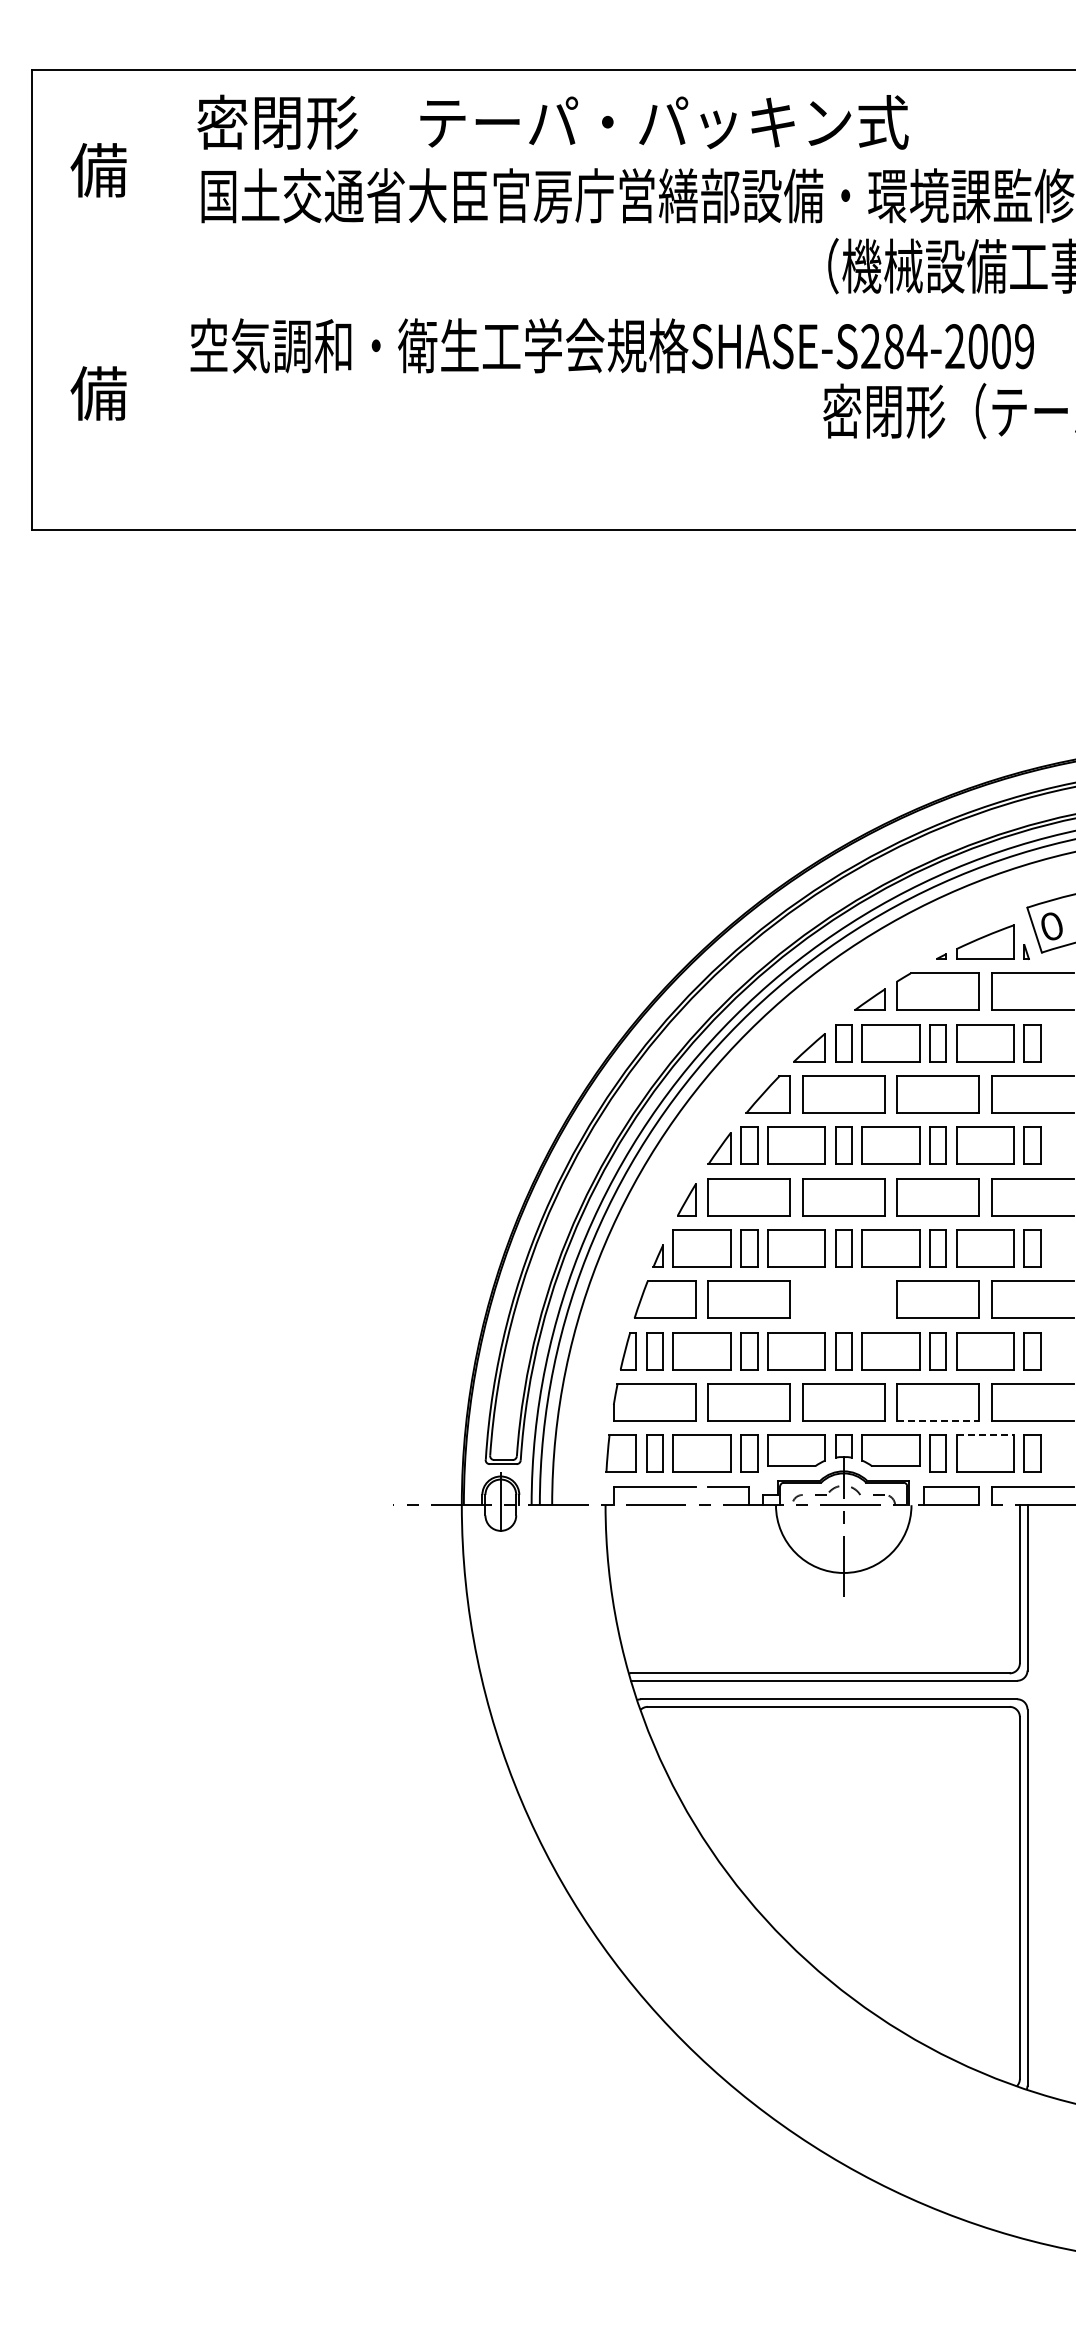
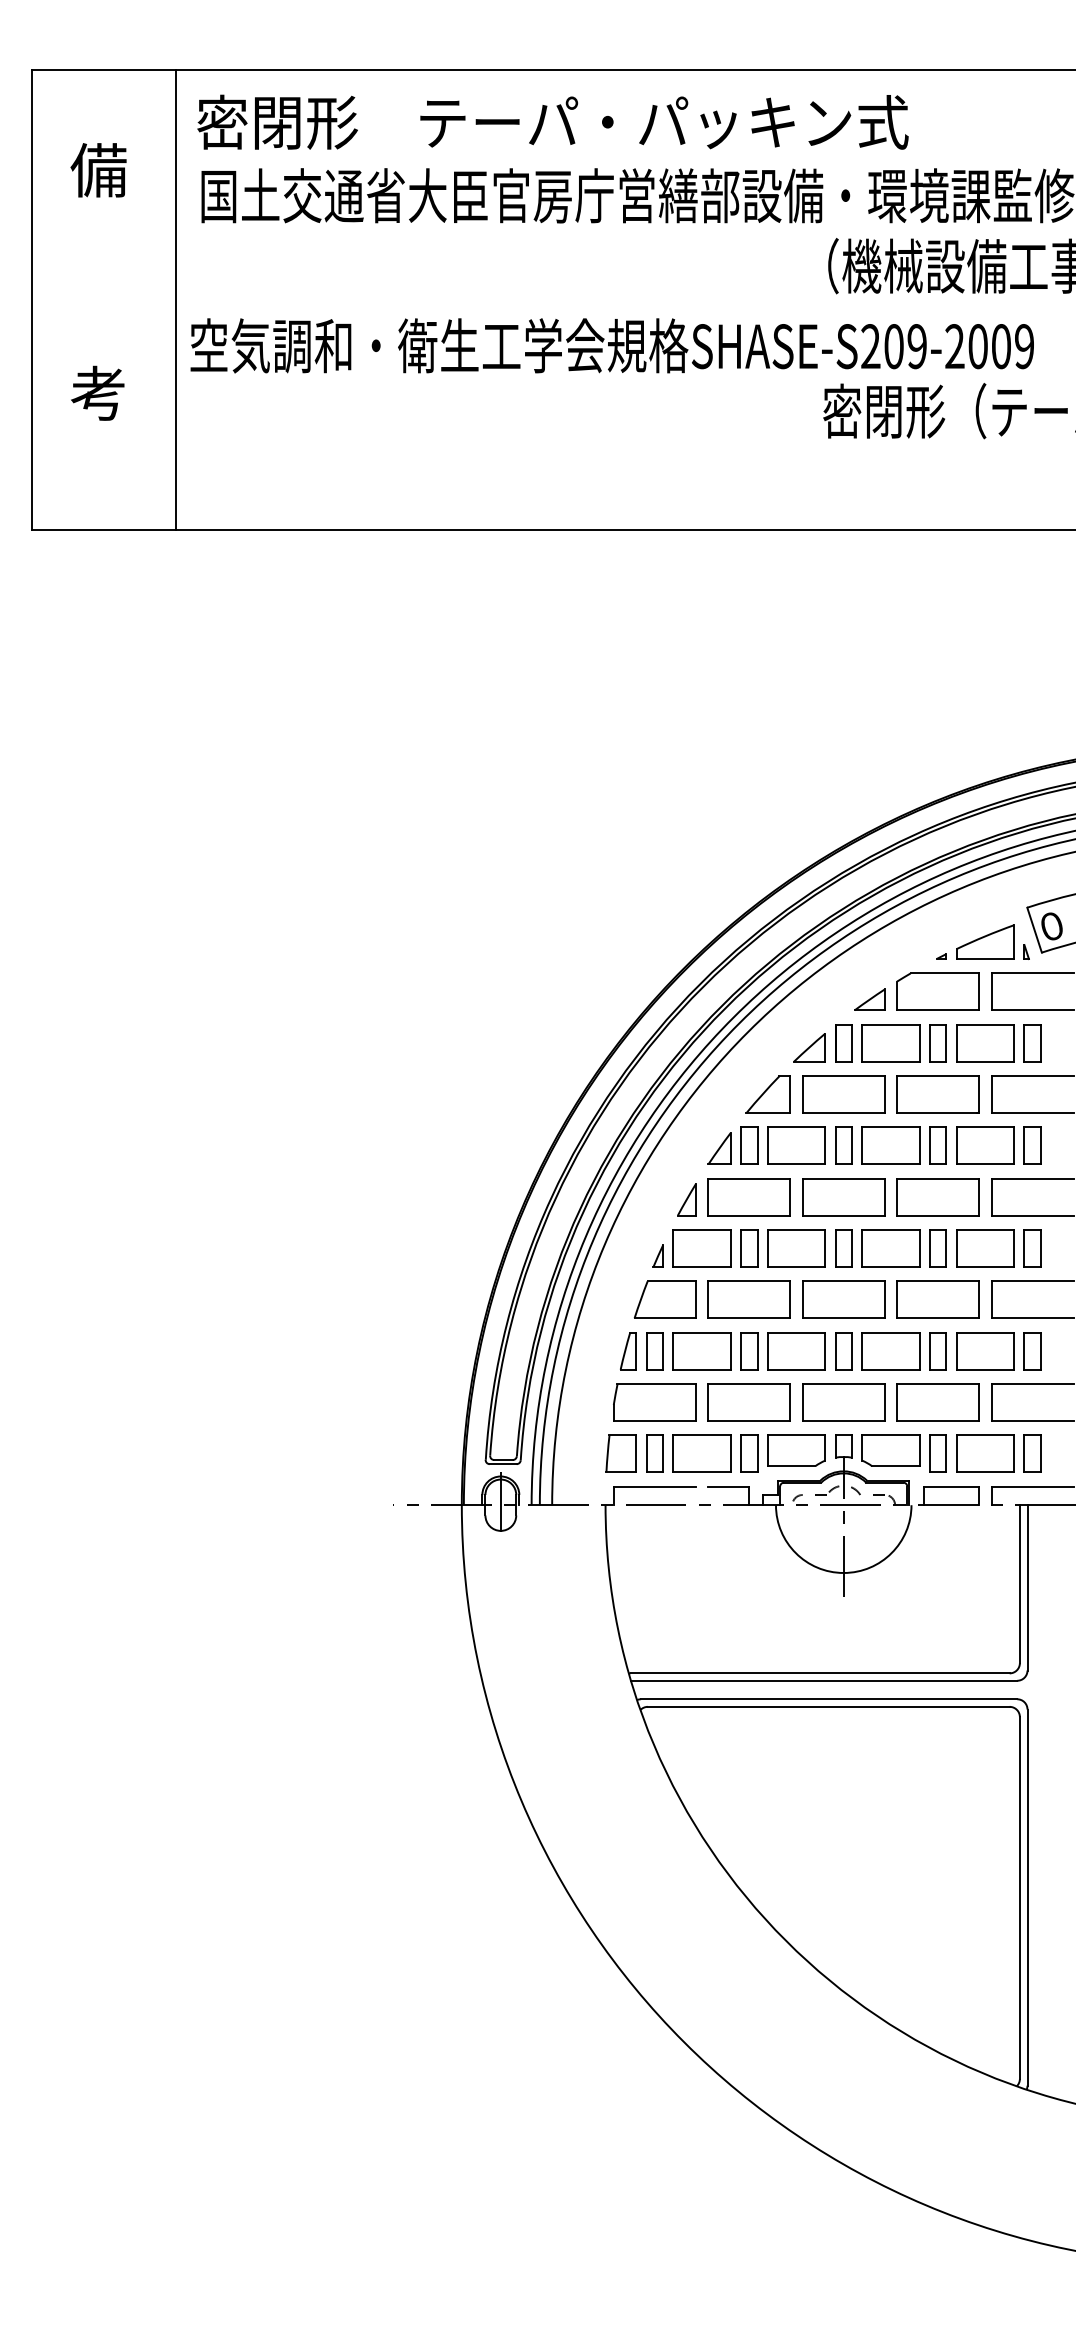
line at (175, 299): none -> present
text at (905, 346): SHASE-S284-2009 -> SHASE-S209-2009
text at (98, 392): 備 -> 考
part at (843, 1299): none -> present
line at (938, 1421): dashed -> solid
line at (985, 1435): dashed -> solid
